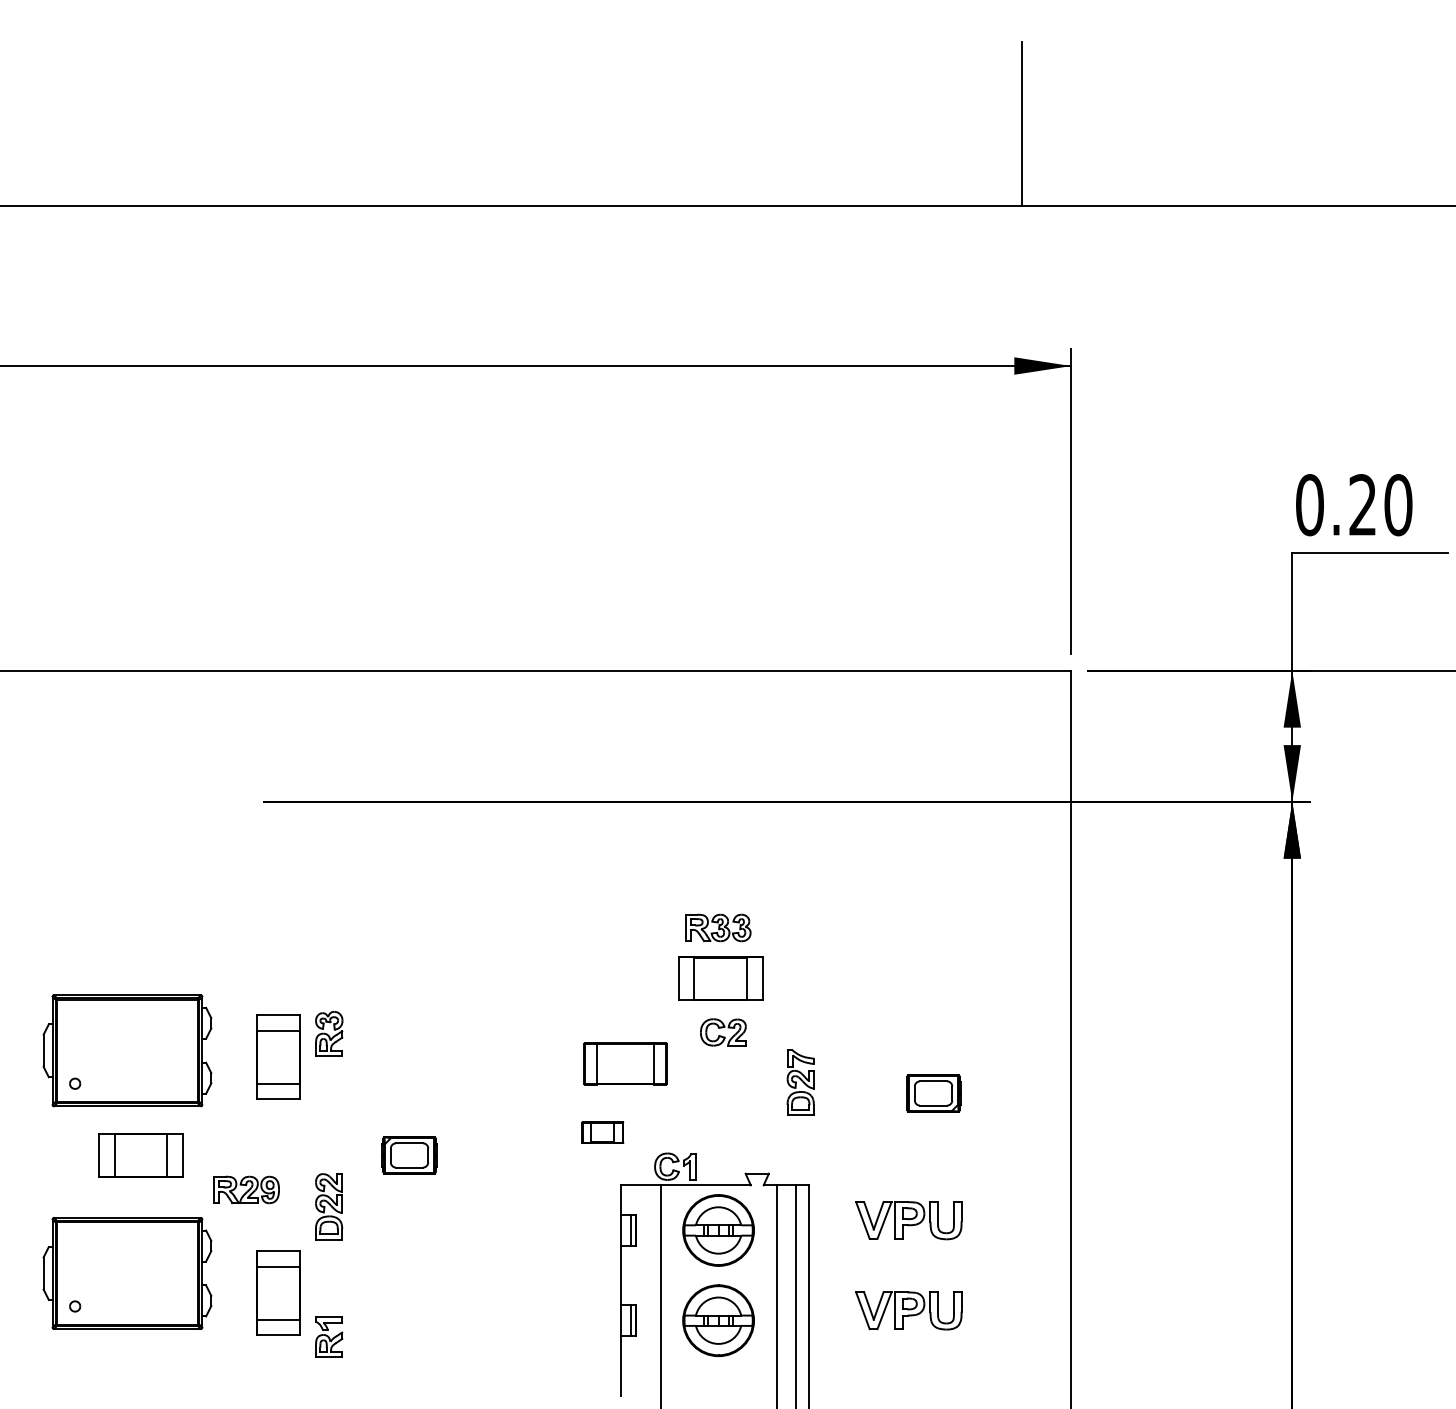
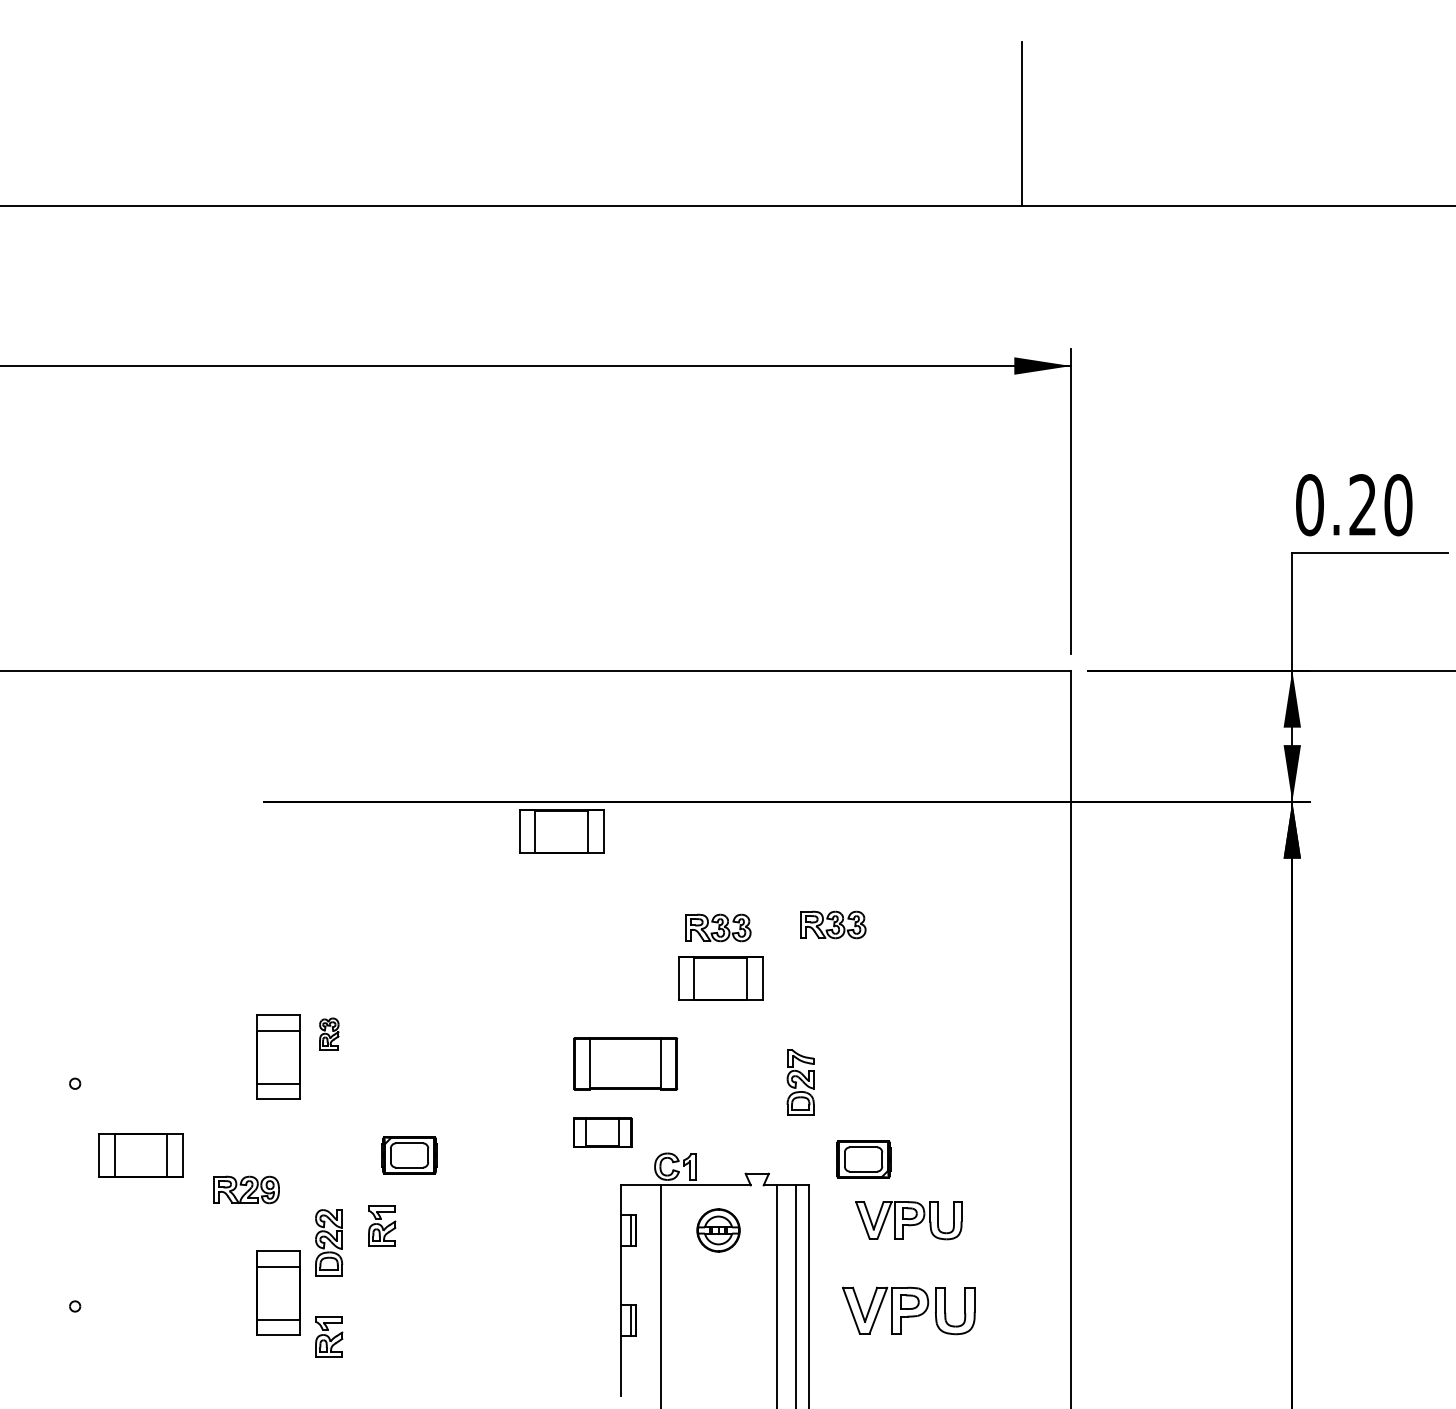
part at (561, 831): none -> present
part at (833, 924): none -> present
part at (723, 1032): present -> none
part at (329, 1033) size: 29x46 px -> 21x34 px
part at (127, 1050): present -> none
part at (625, 1063) size: 85x44 px -> 106x54 px
part at (933, 1093) position: (933, 1093) -> (863, 1159)
part at (602, 1132) size: 44x23 px -> 60x31 px
part at (329, 1206) position: (329, 1206) -> (329, 1242)
part at (382, 1225): none -> present
part at (718, 1230) size: 73x73 px -> 45x45 px
part at (127, 1273): present -> none
part at (908, 1310) size: 108x40 px -> 134x50 px
part at (718, 1320): present -> none
